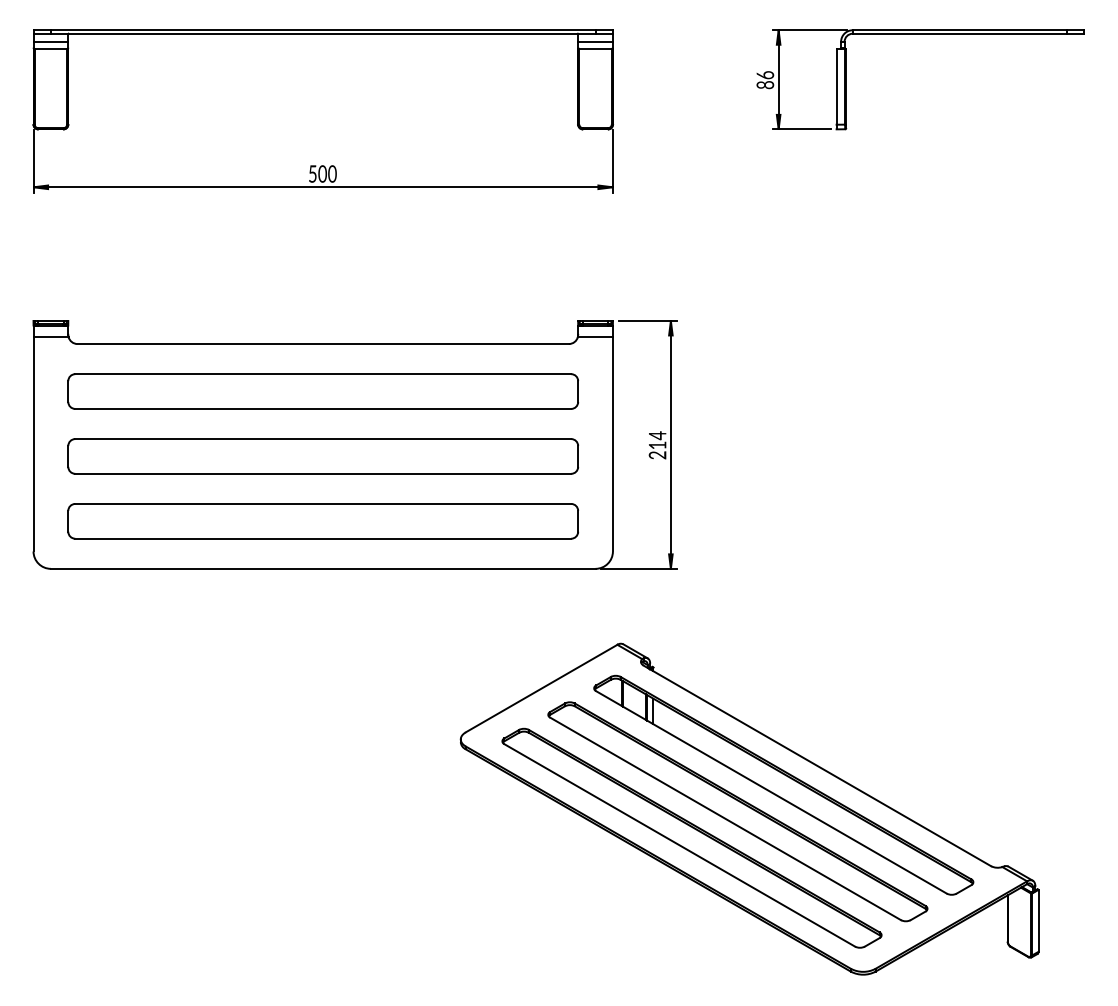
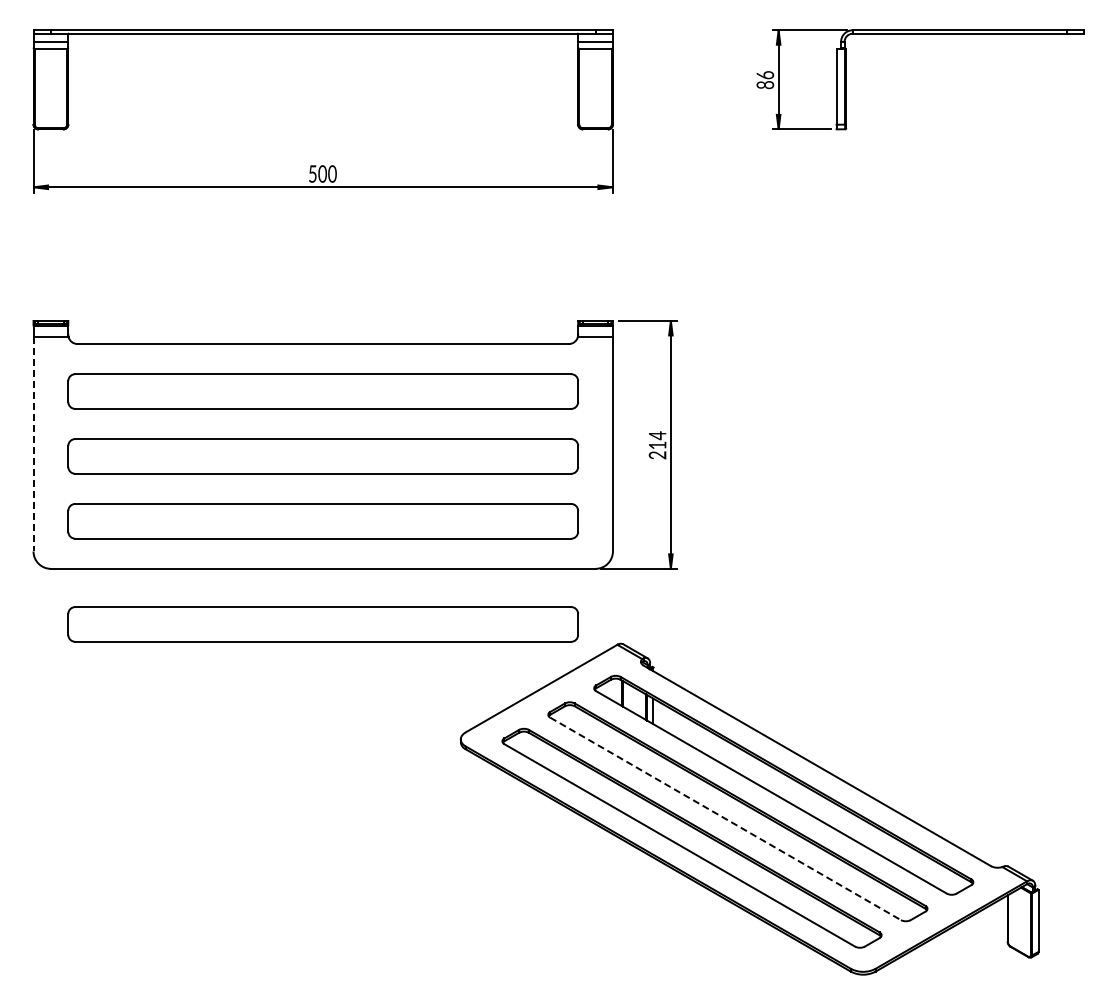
line at (33, 444): solid -> dashed
part at (322, 624): none -> present
line at (726, 819): solid -> dashed
